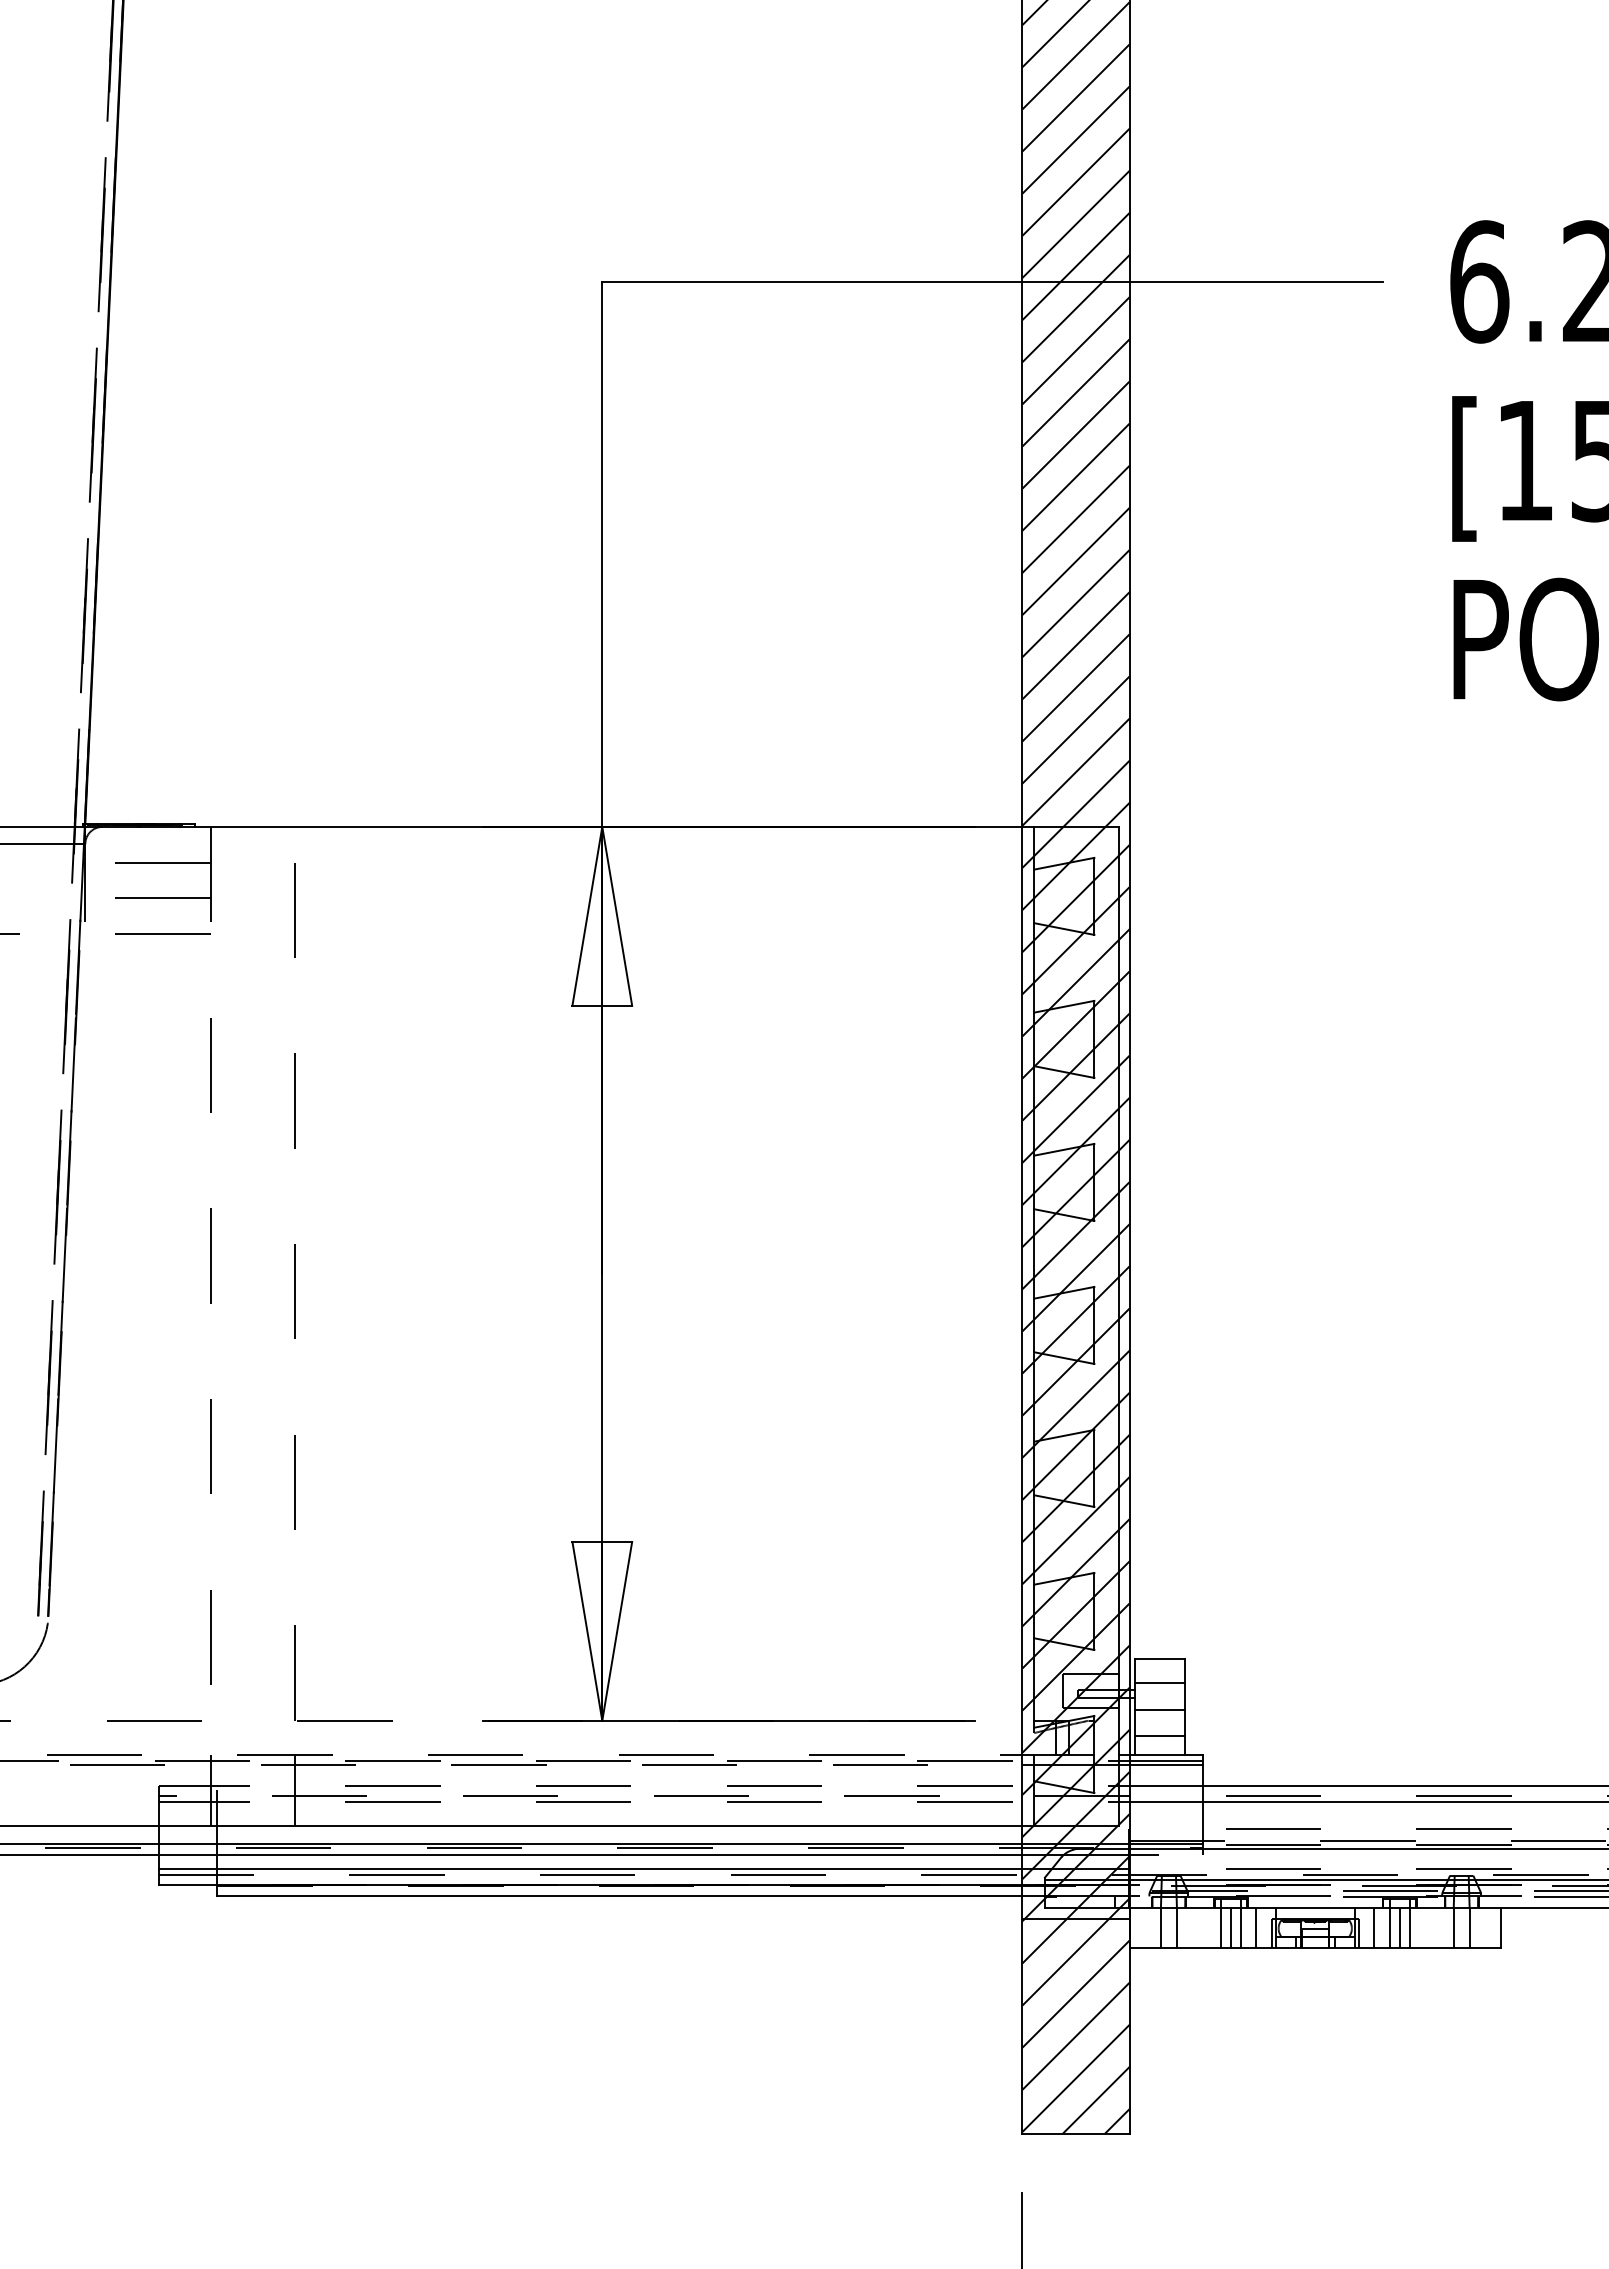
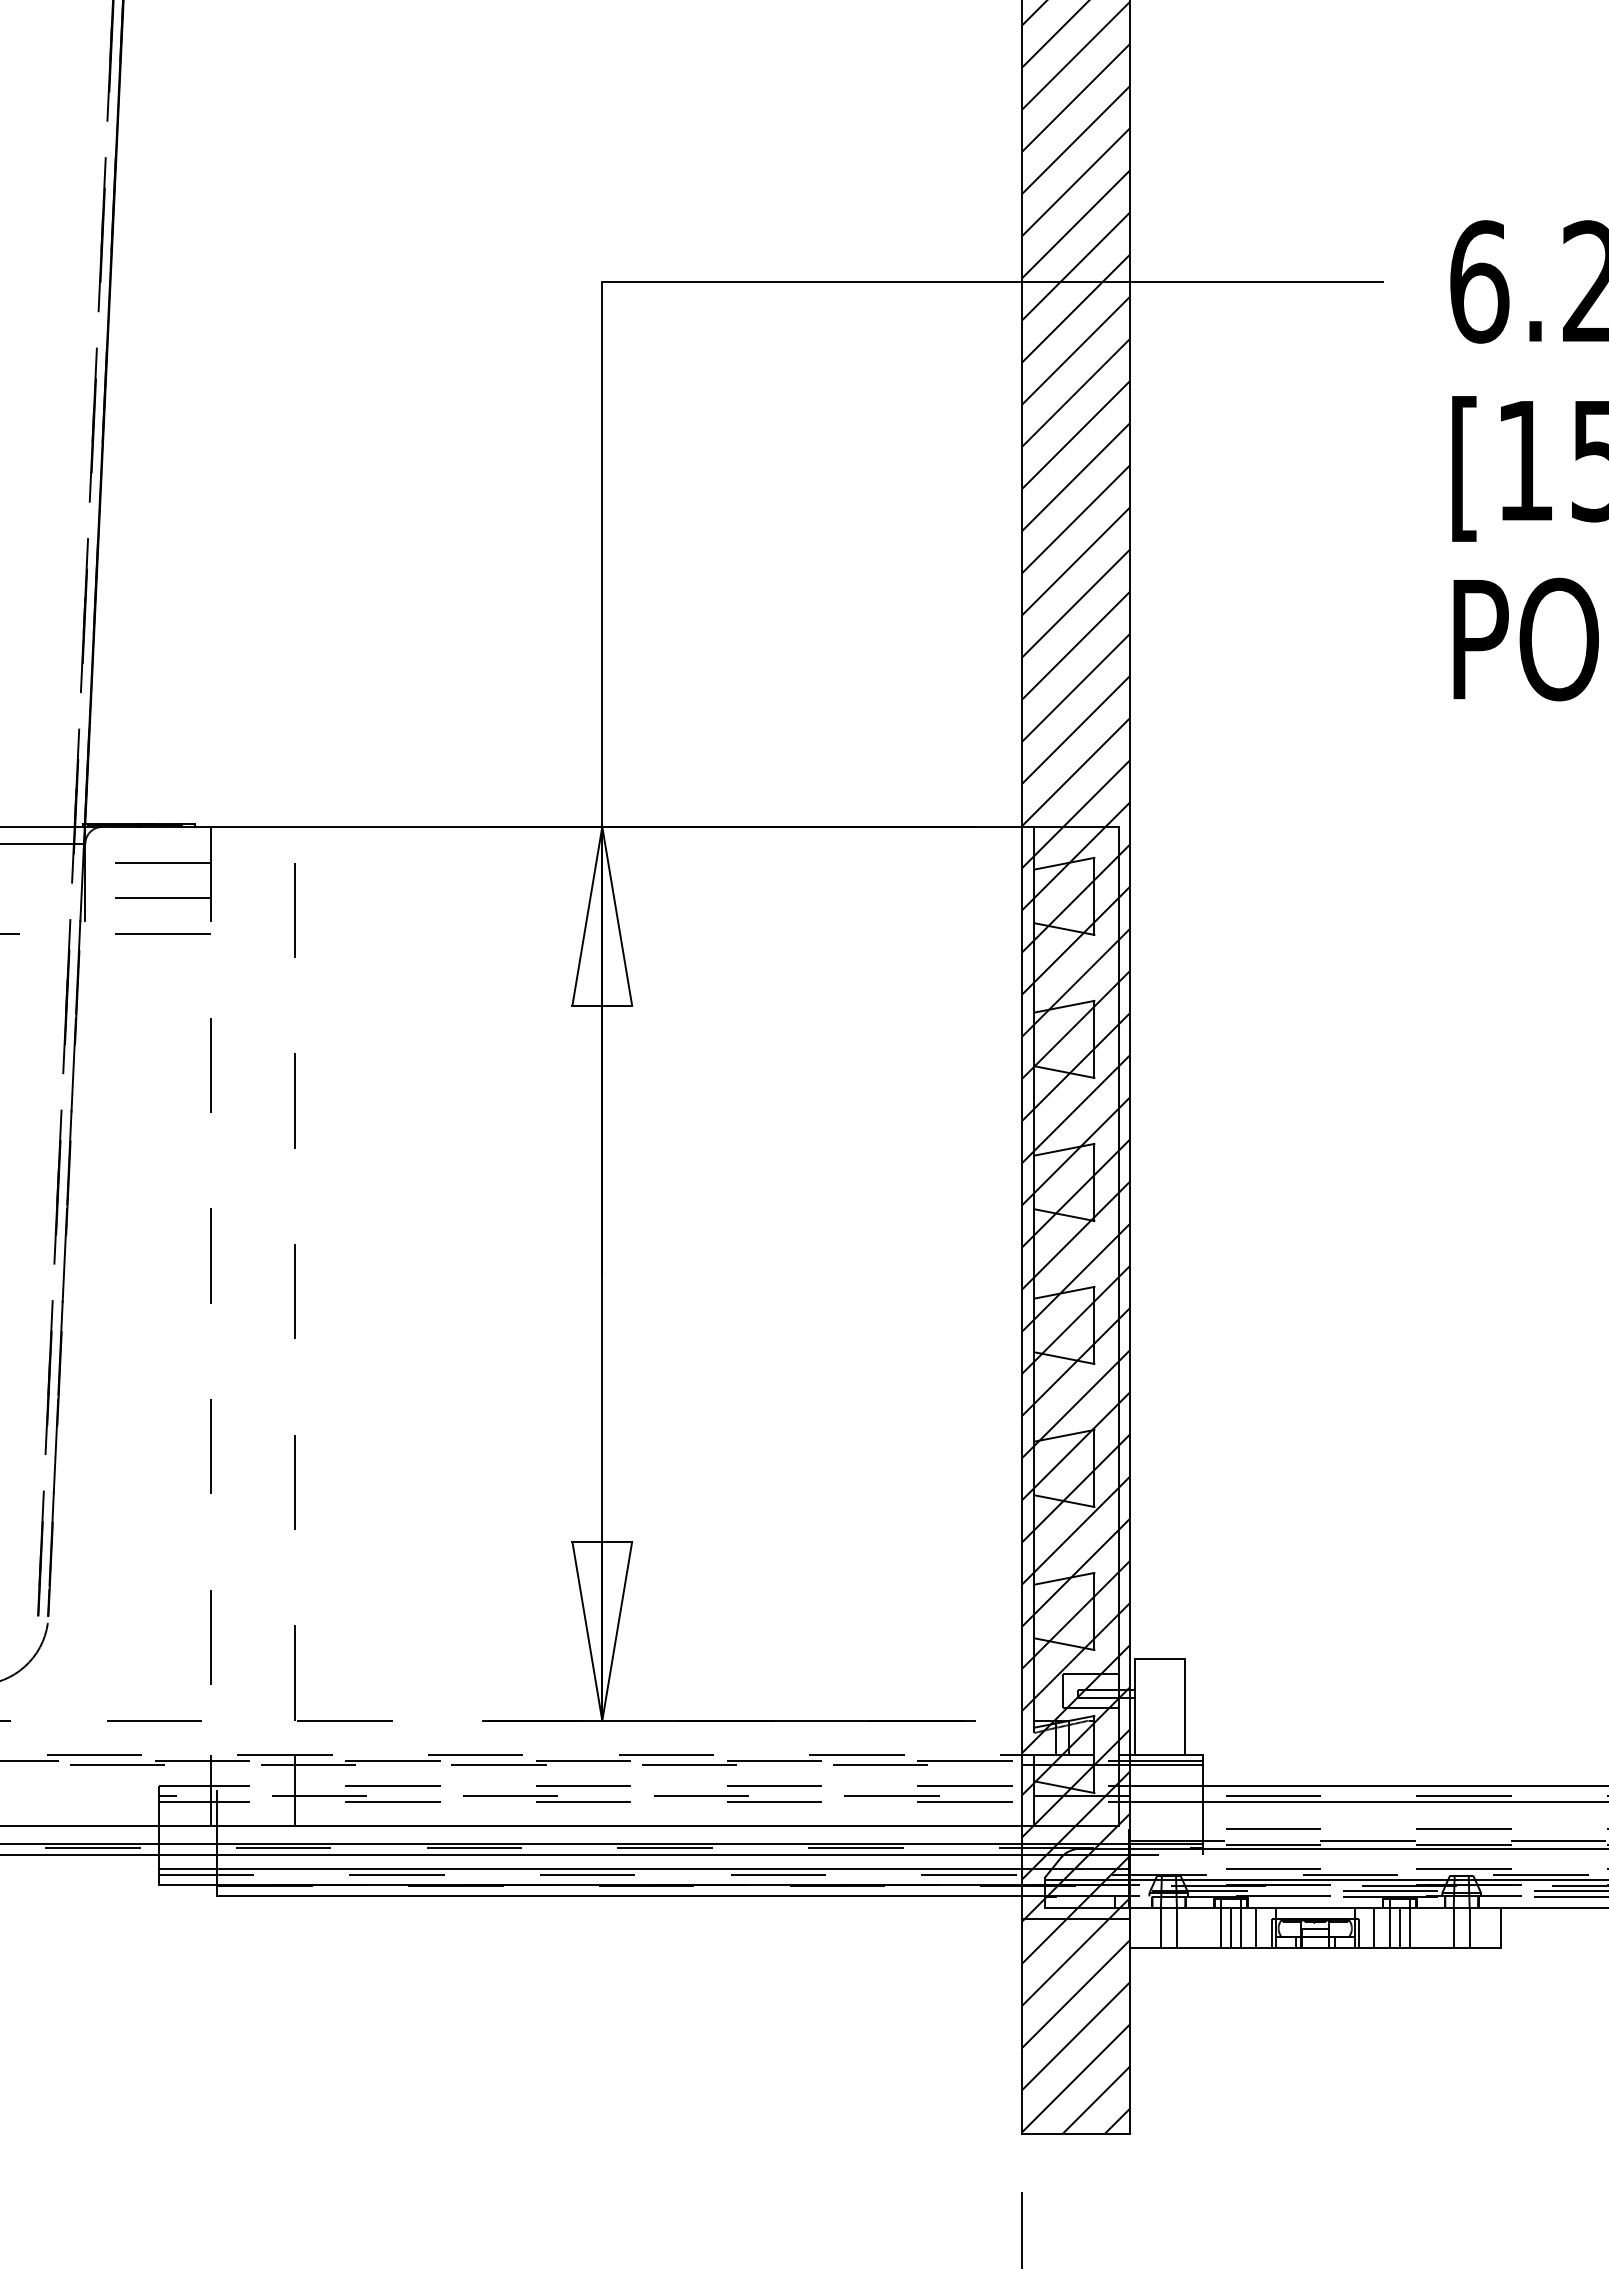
line at (1159, 1683): present -> none
line at (1159, 1709): present -> none
line at (1159, 1736): present -> none
